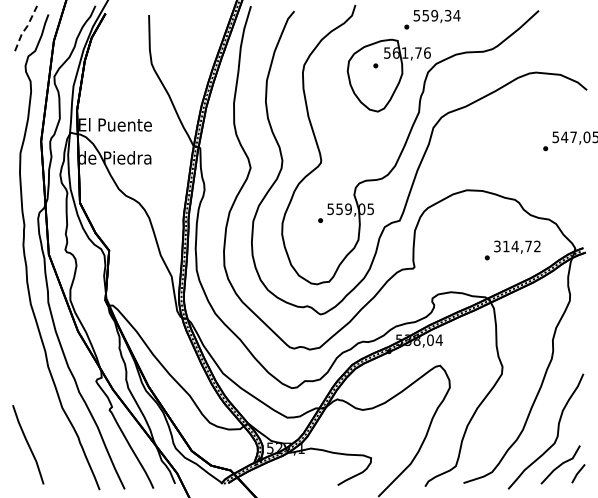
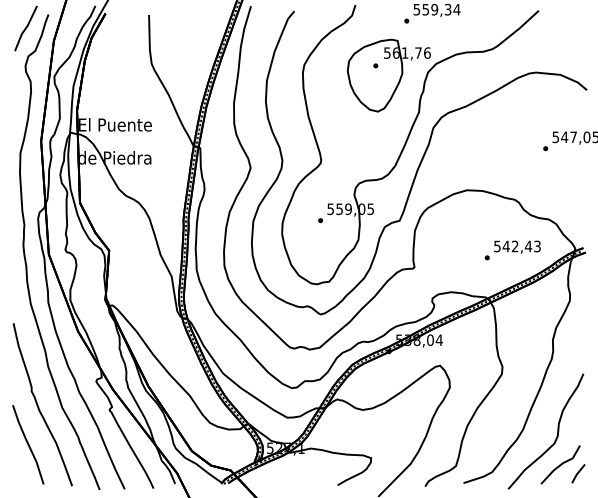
text at (432, 19) position: (432, 19) -> (432, 13)
line at (25, 28): dashed -> solid
text at (517, 246): 314,72 -> 542,43
curve at (38, 404): none -> present
